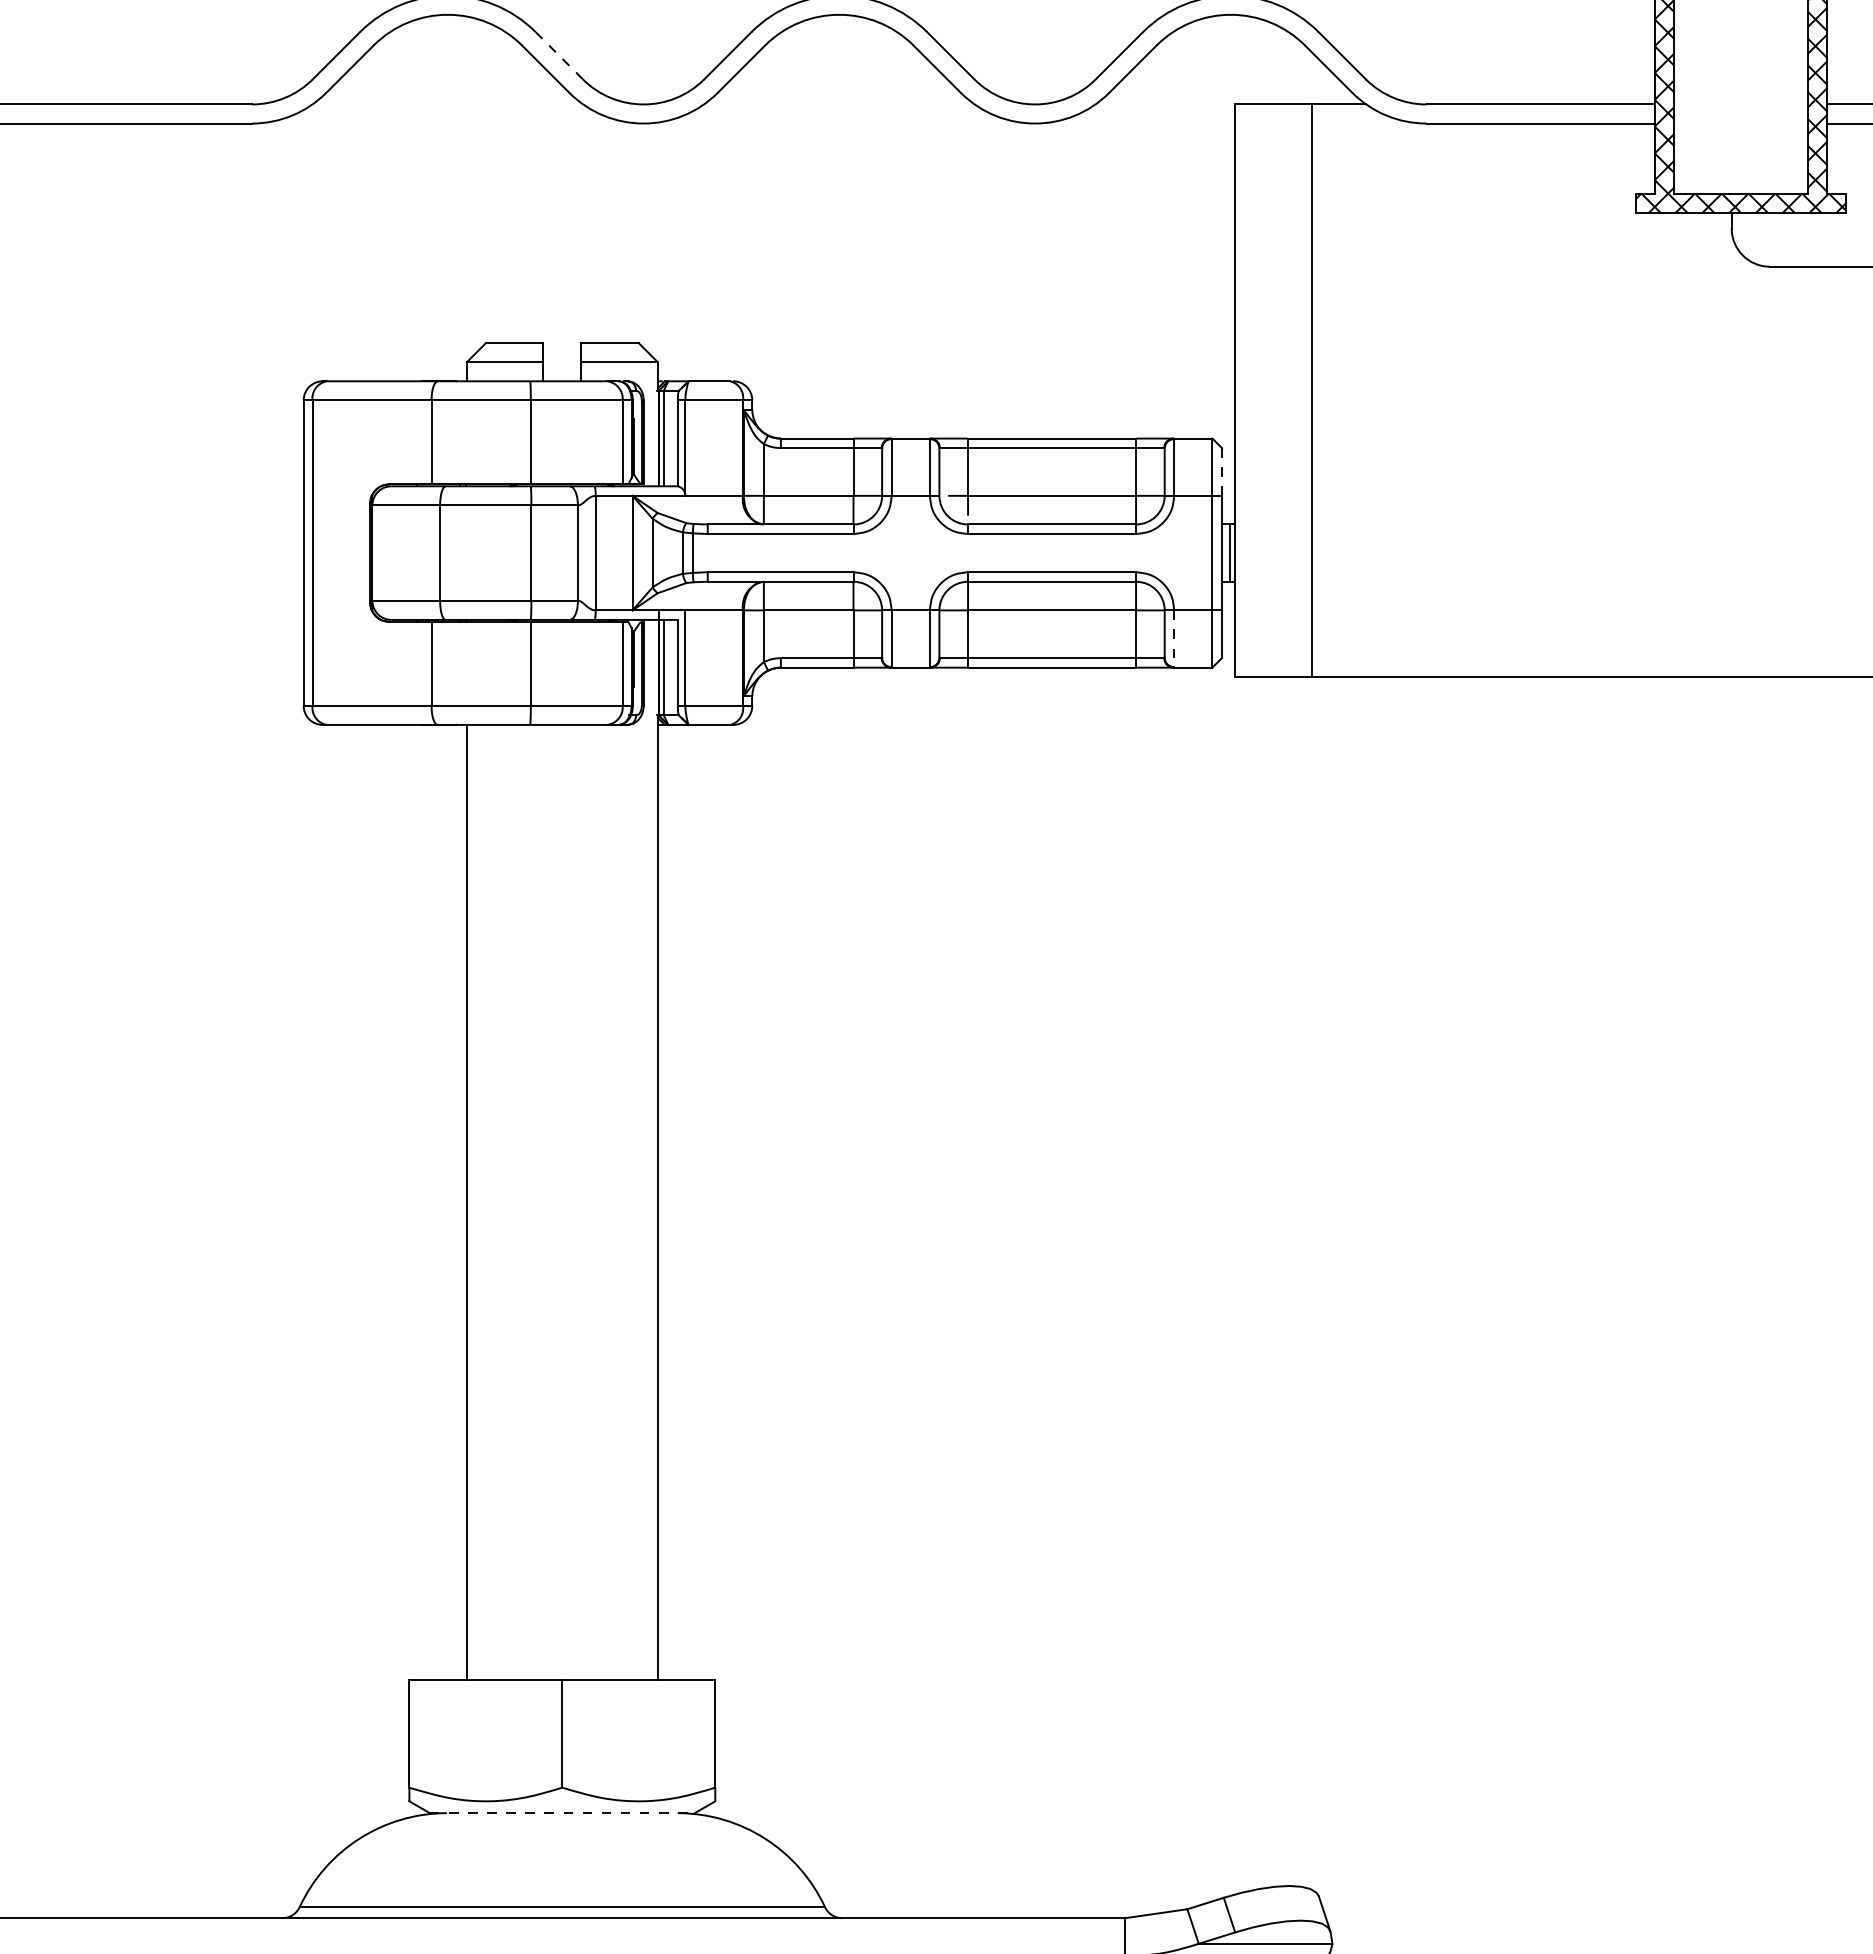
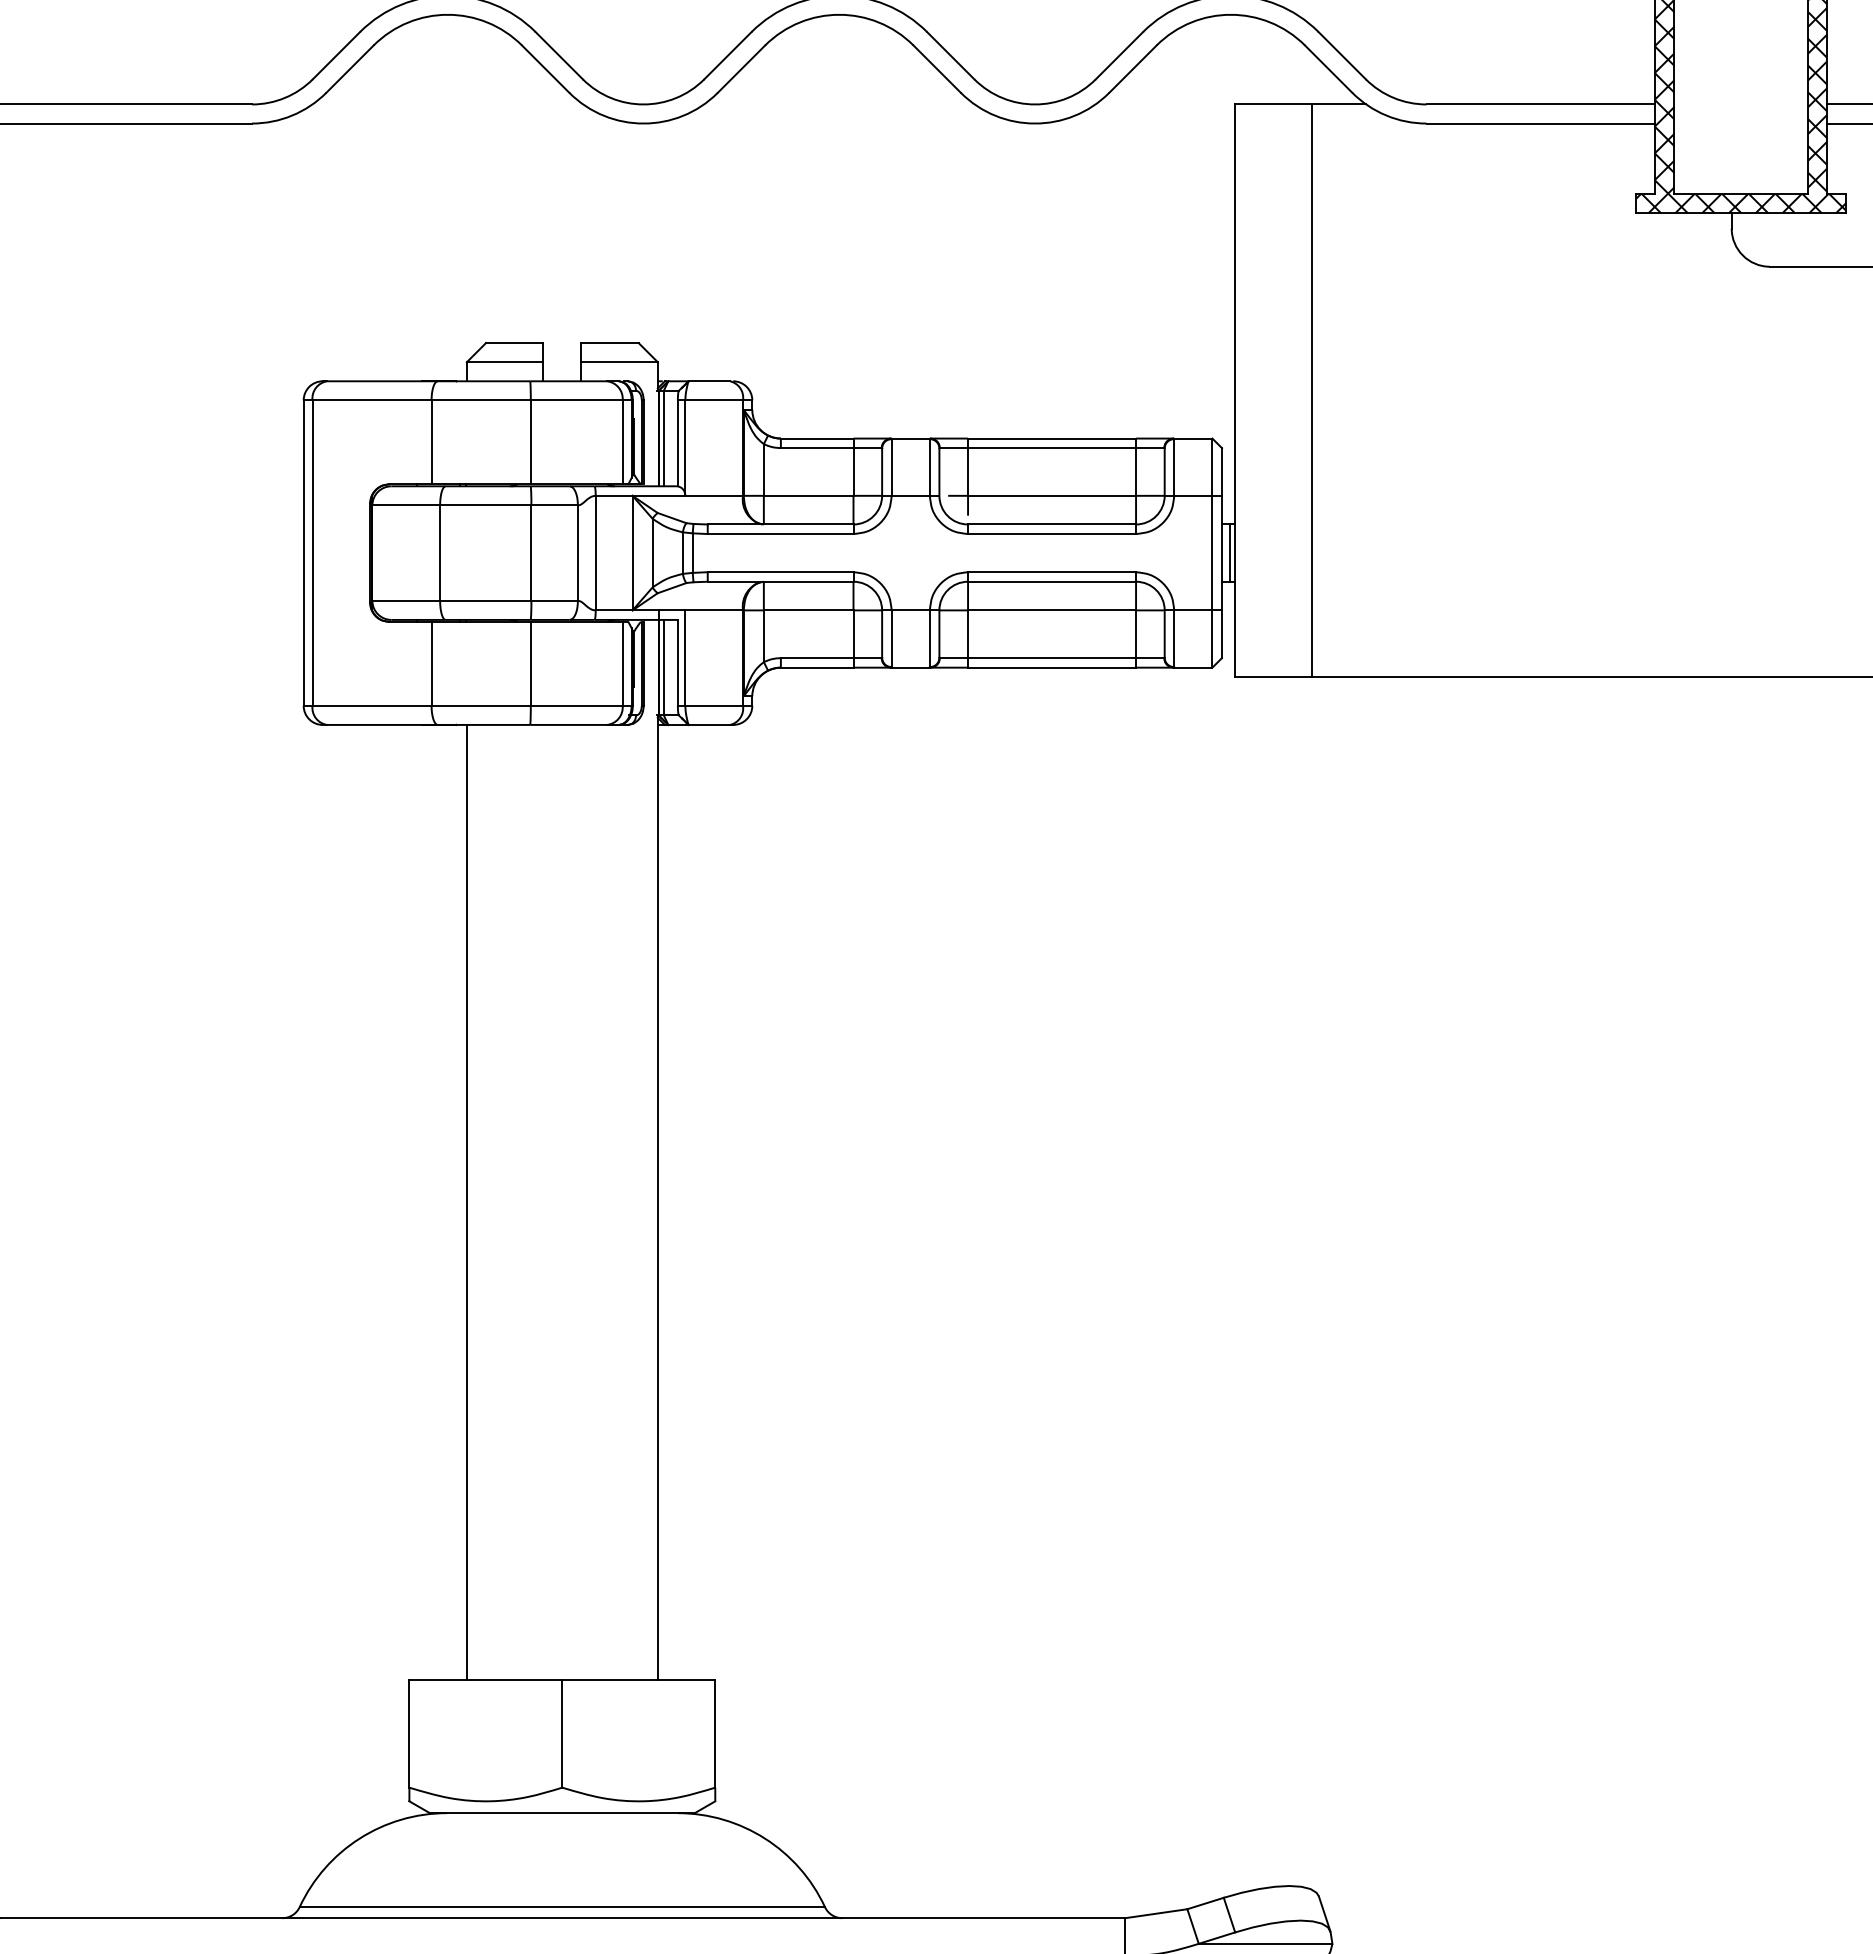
line at (558, 55): dashed -> solid
line at (1221, 471): dashed -> solid
line at (1174, 639): dashed -> solid
line at (562, 1813): dashed -> solid
